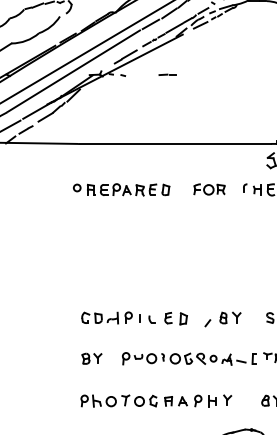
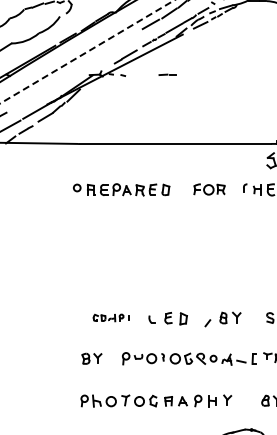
line at (86, 52): solid -> dashed
line at (73, 70): present -> none
part at (110, 317) size: 60x14 px -> 38x10 px
